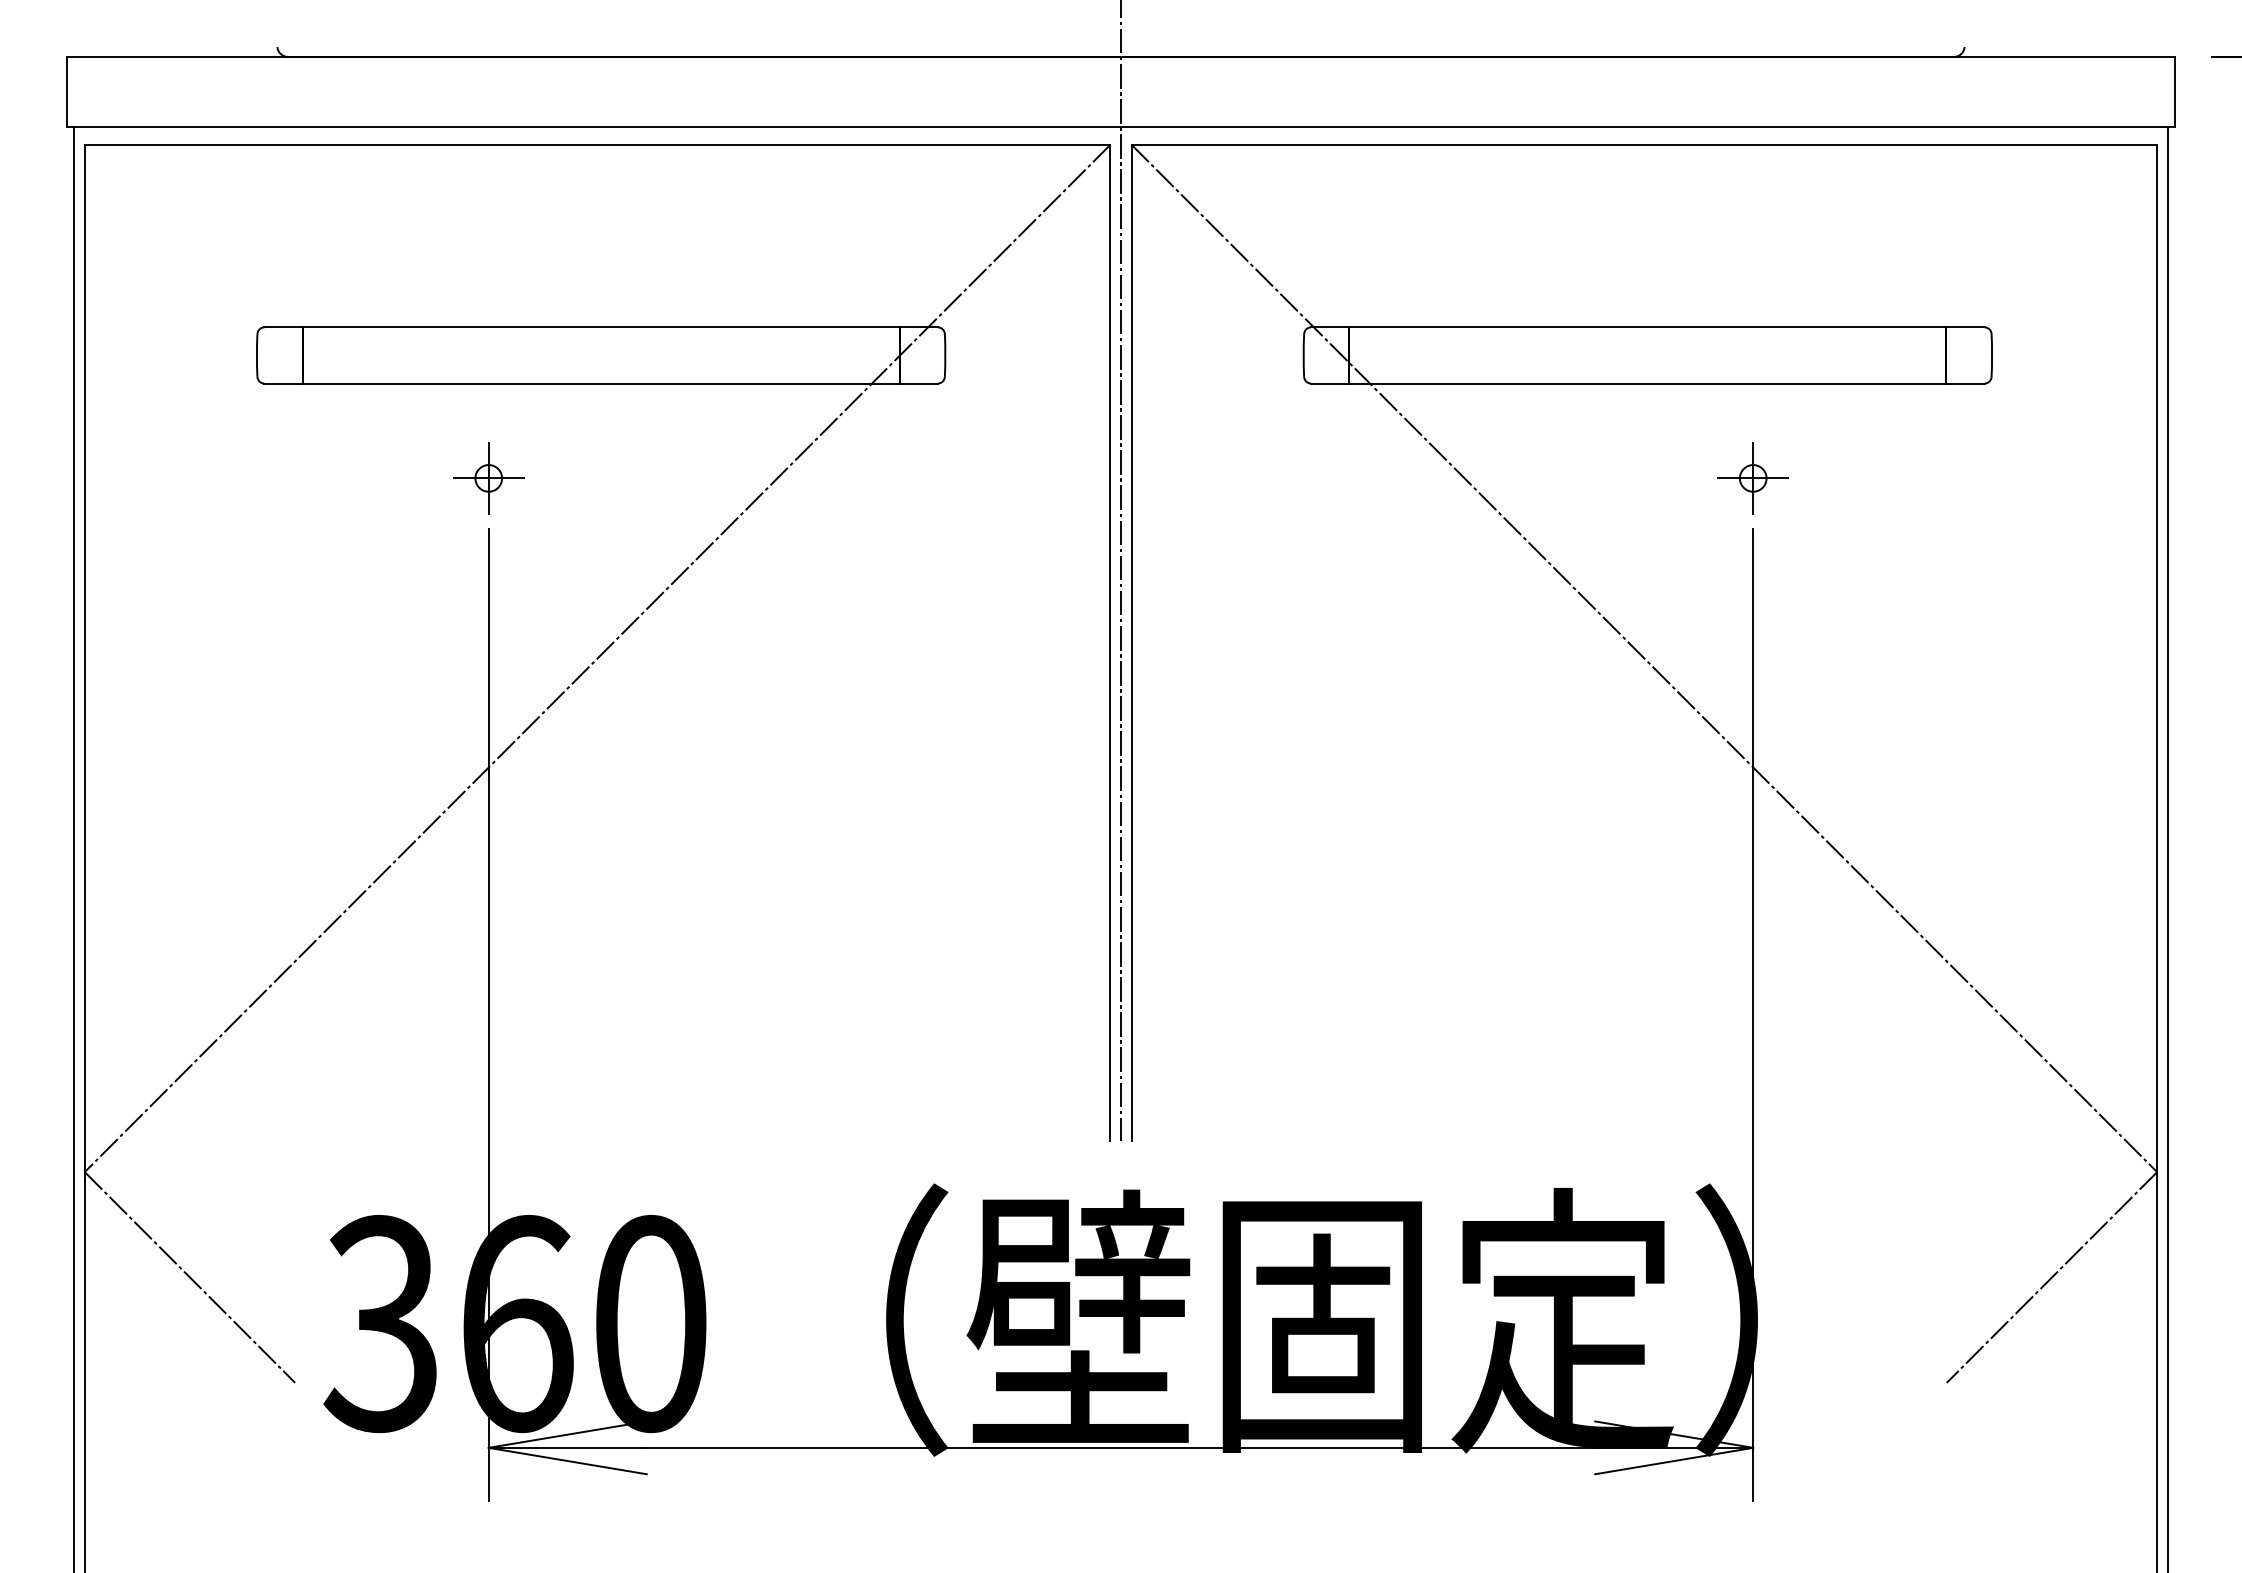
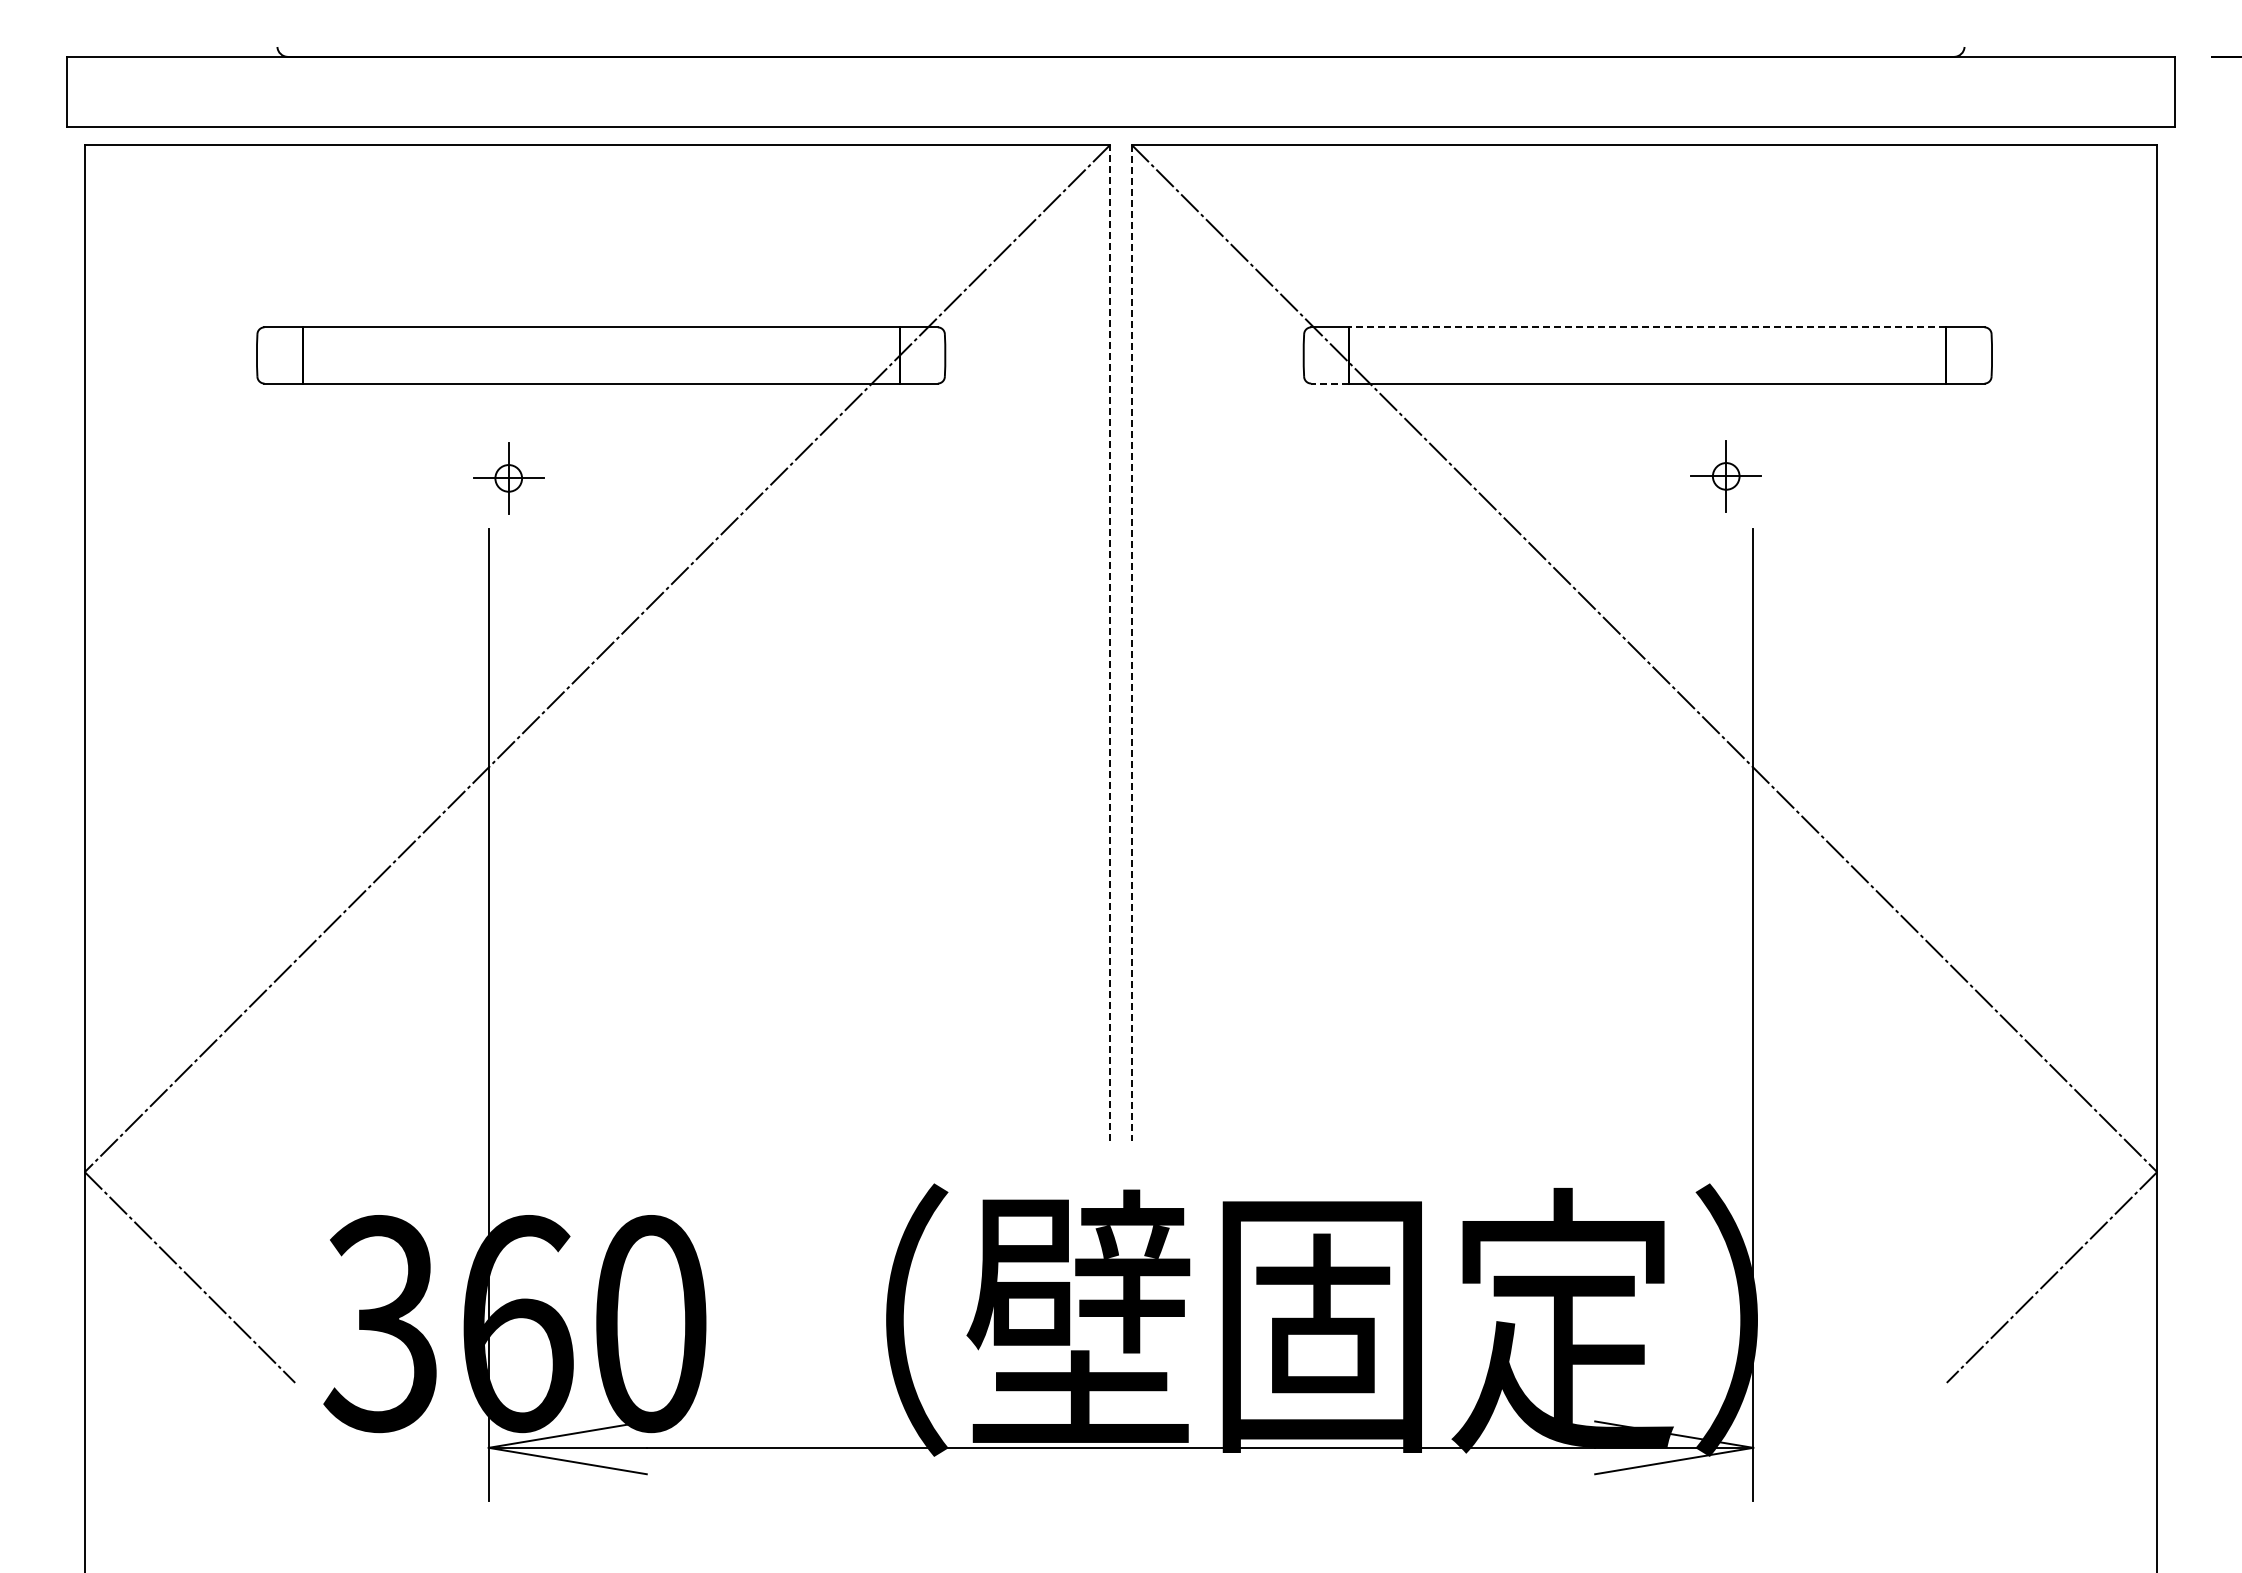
line at (1647, 327): solid -> dashed
line at (1329, 383): solid -> dashed
part at (488, 478) position: (488, 478) -> (508, 478)
part at (1752, 478) position: (1752, 478) -> (1725, 476)
line at (1120, 571): present -> none
line at (1110, 642): solid -> dashed
line at (1131, 642): solid -> dashed
line at (74, 848): present -> none
line at (2167, 848): present -> none
